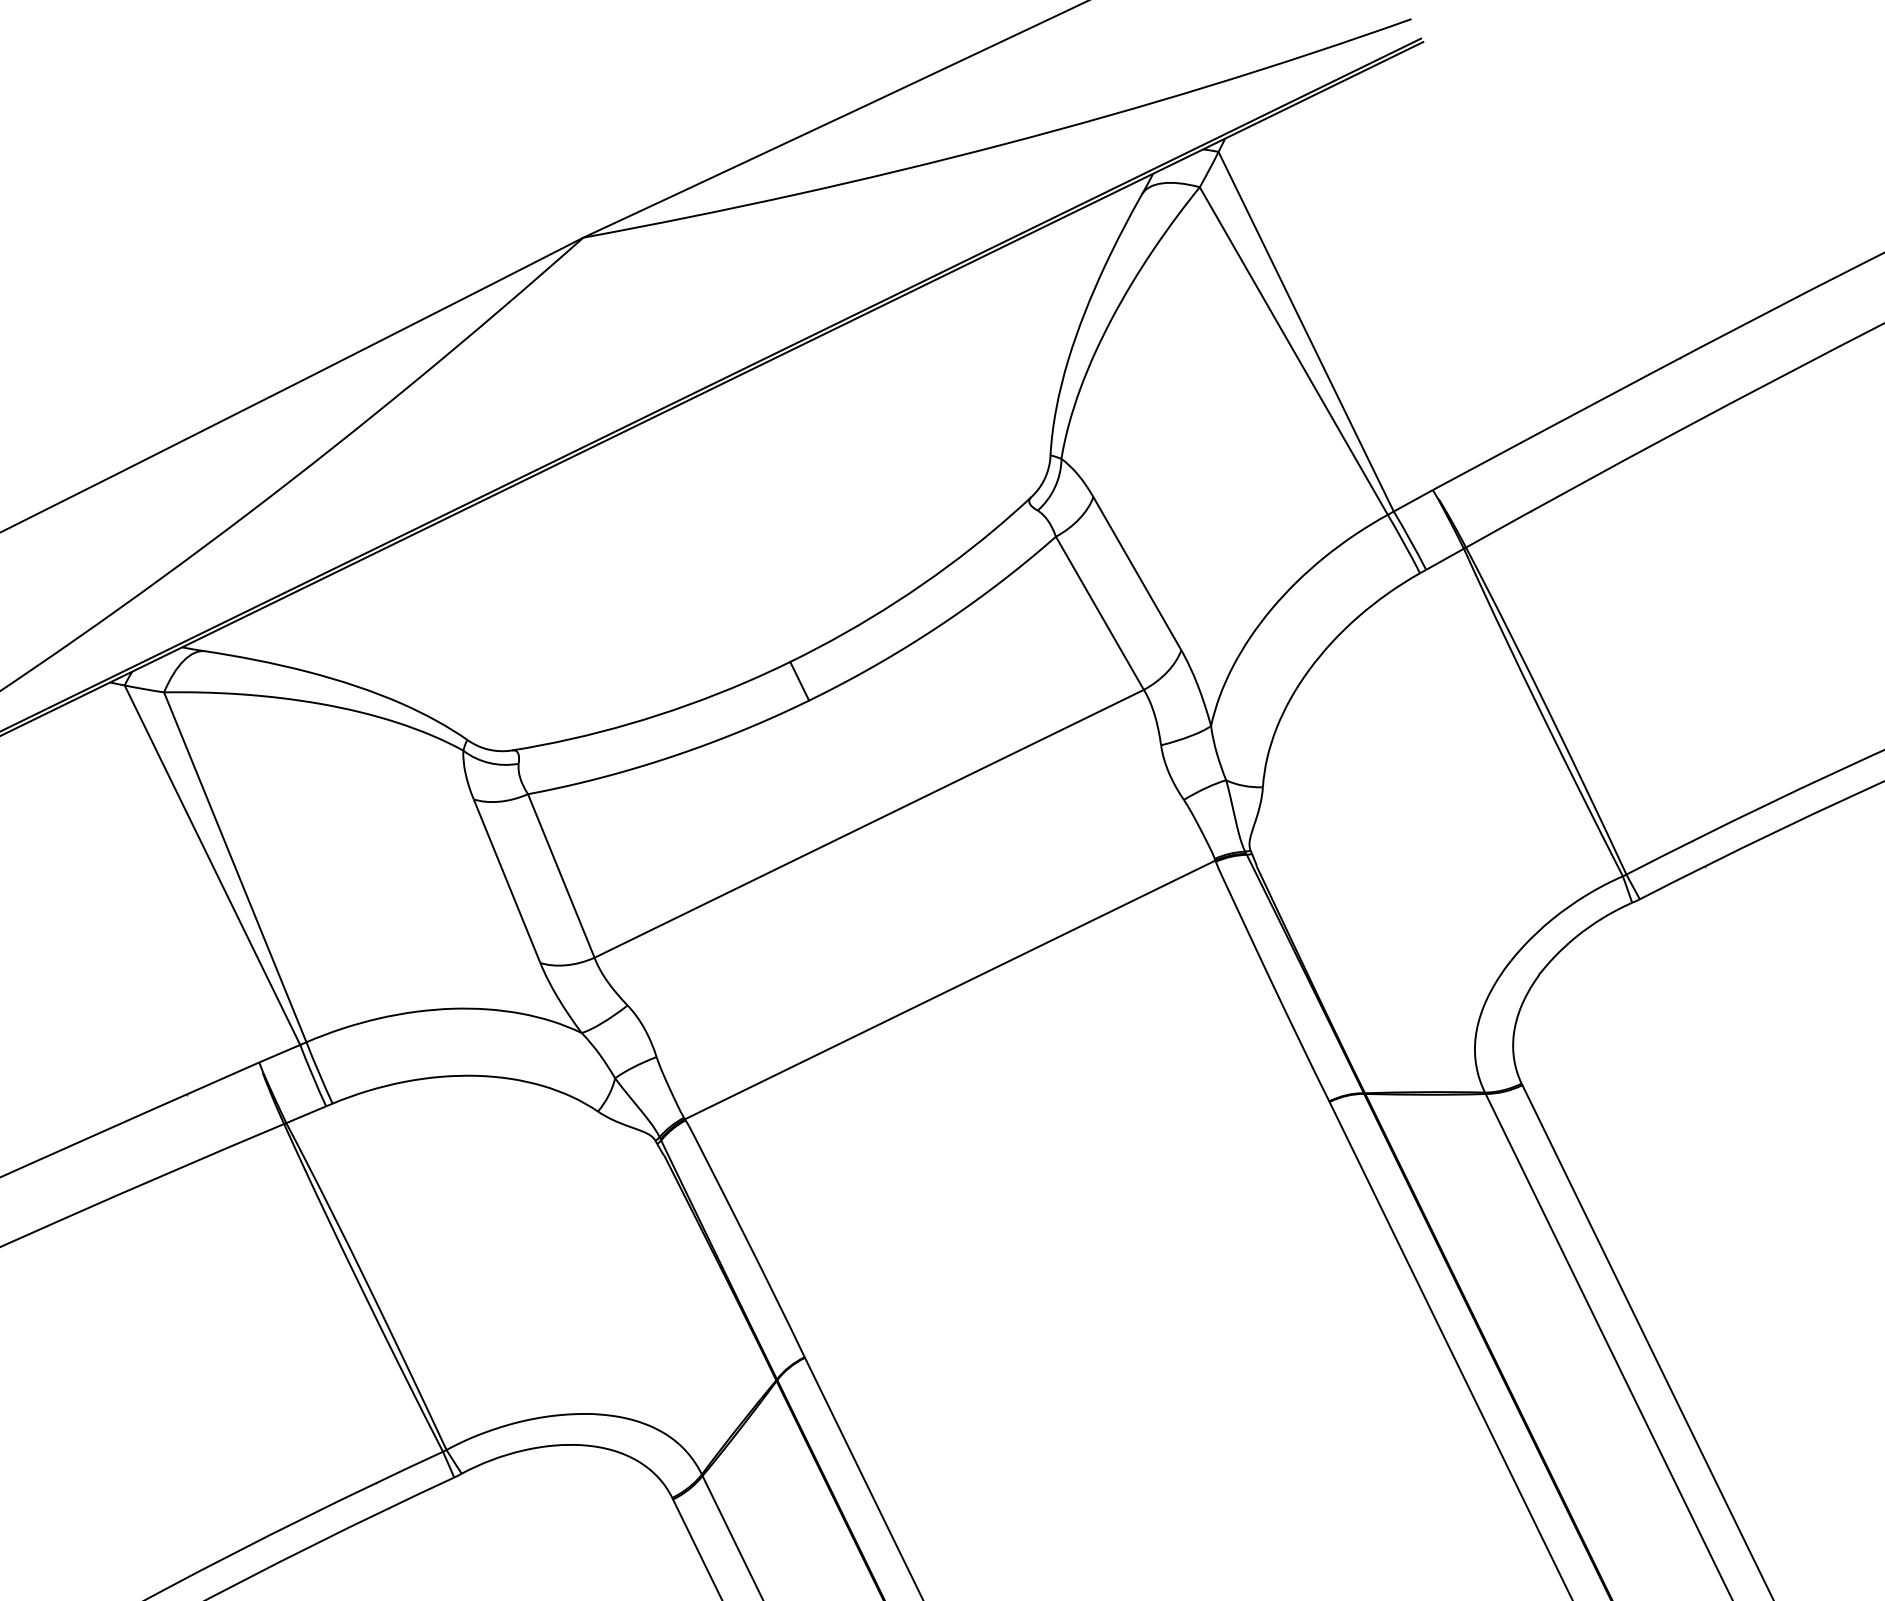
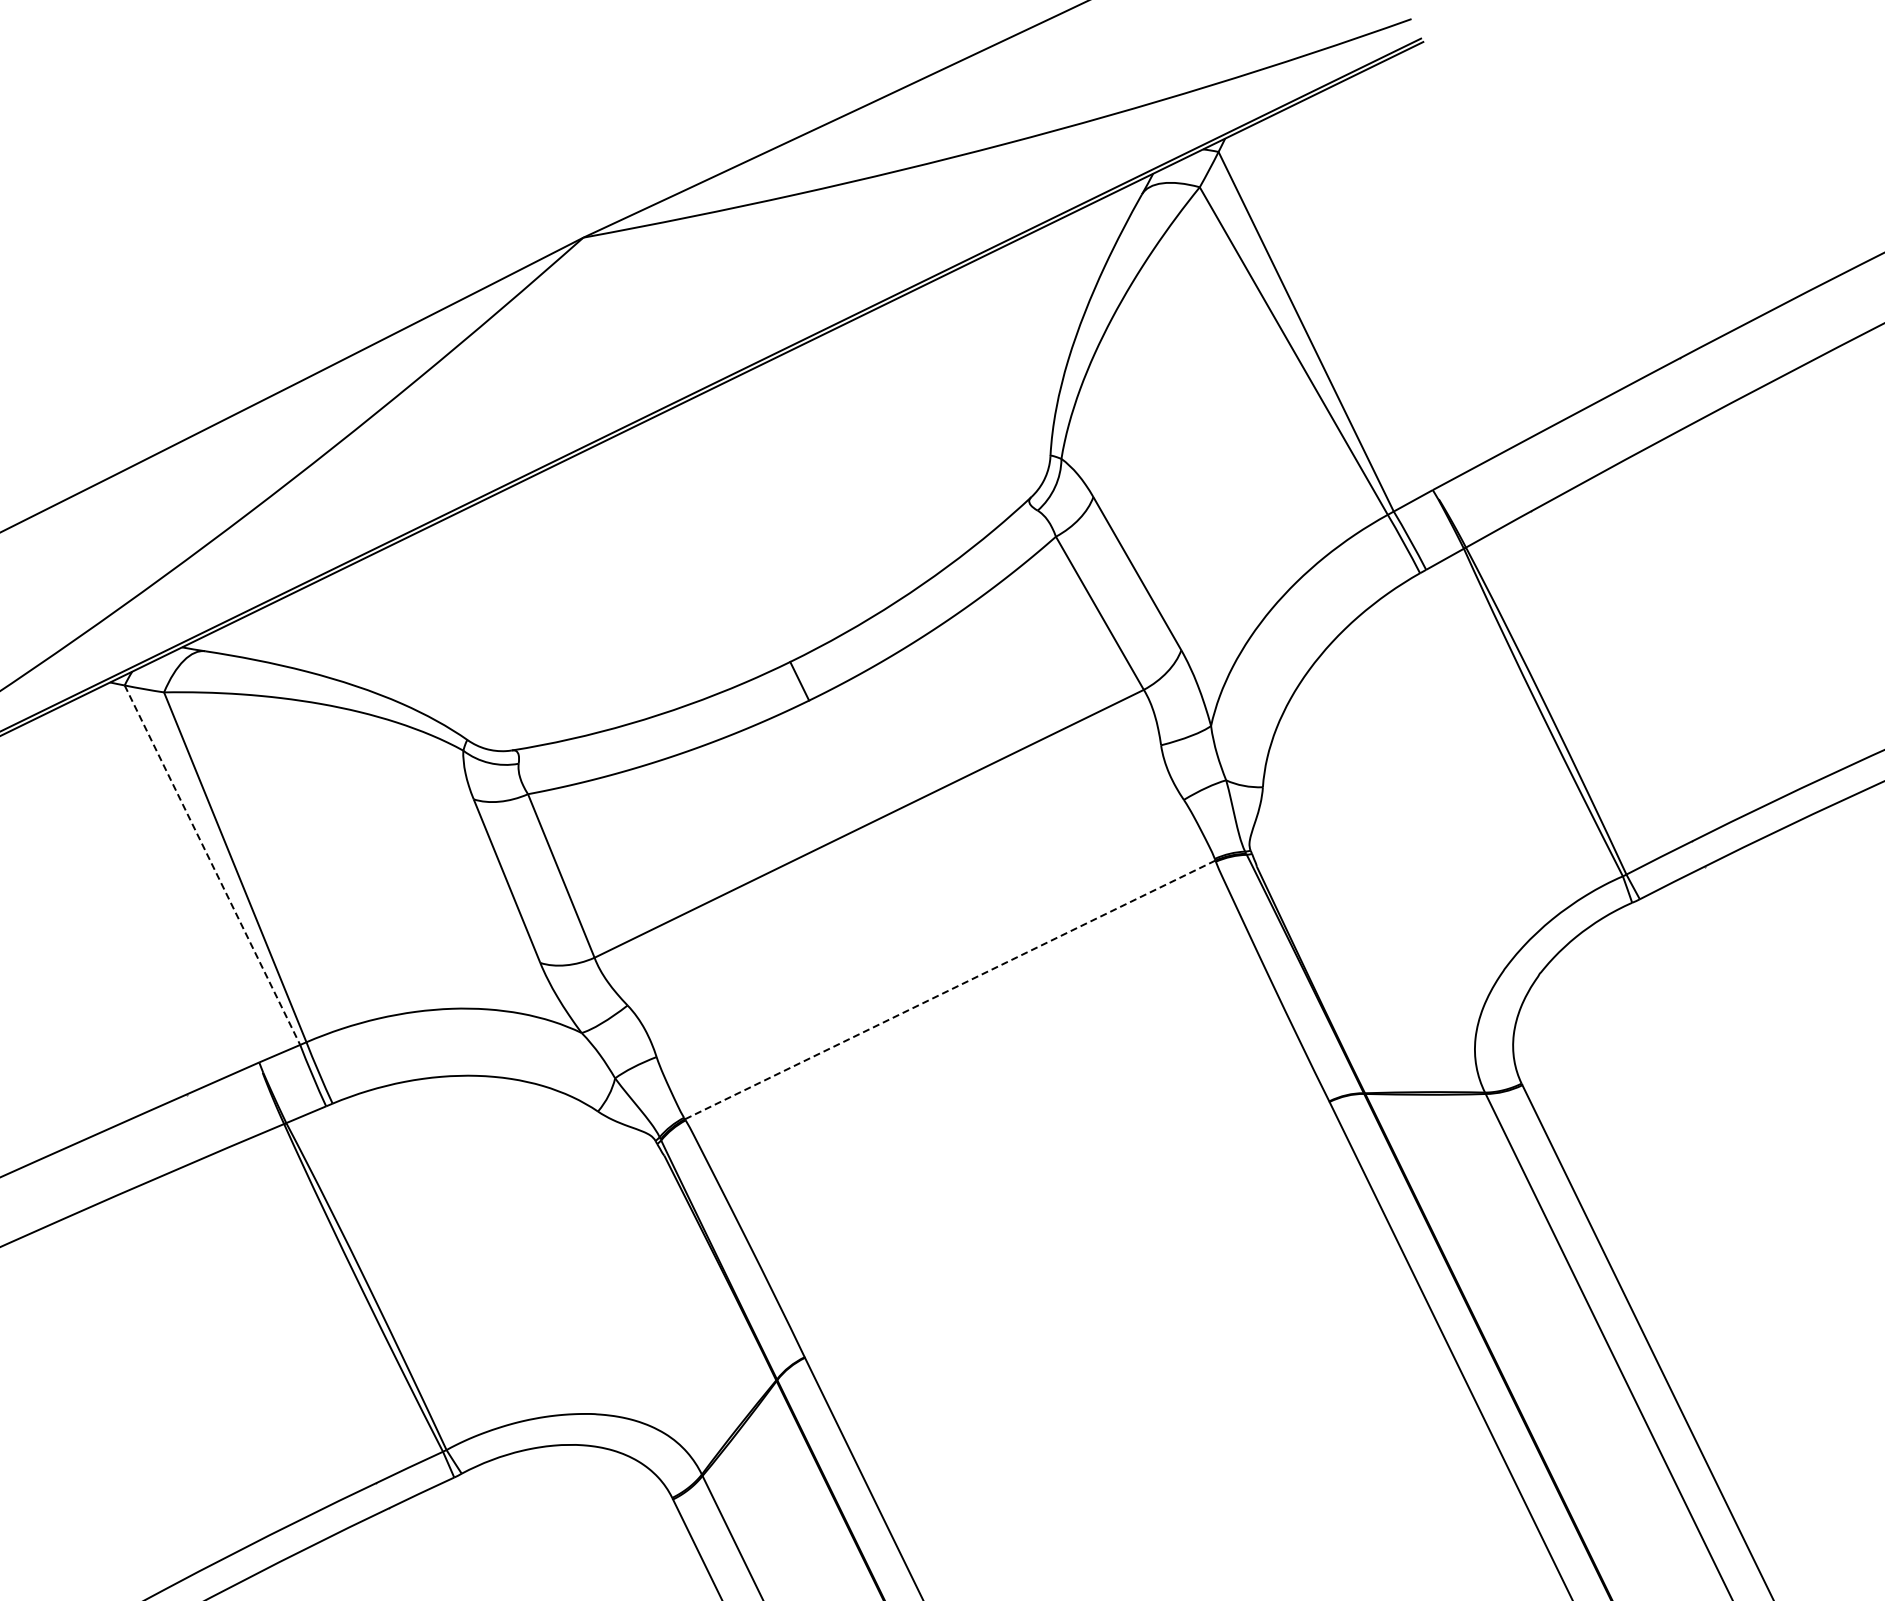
line at (212, 865): solid -> dashed
line at (949, 990): solid -> dashed
